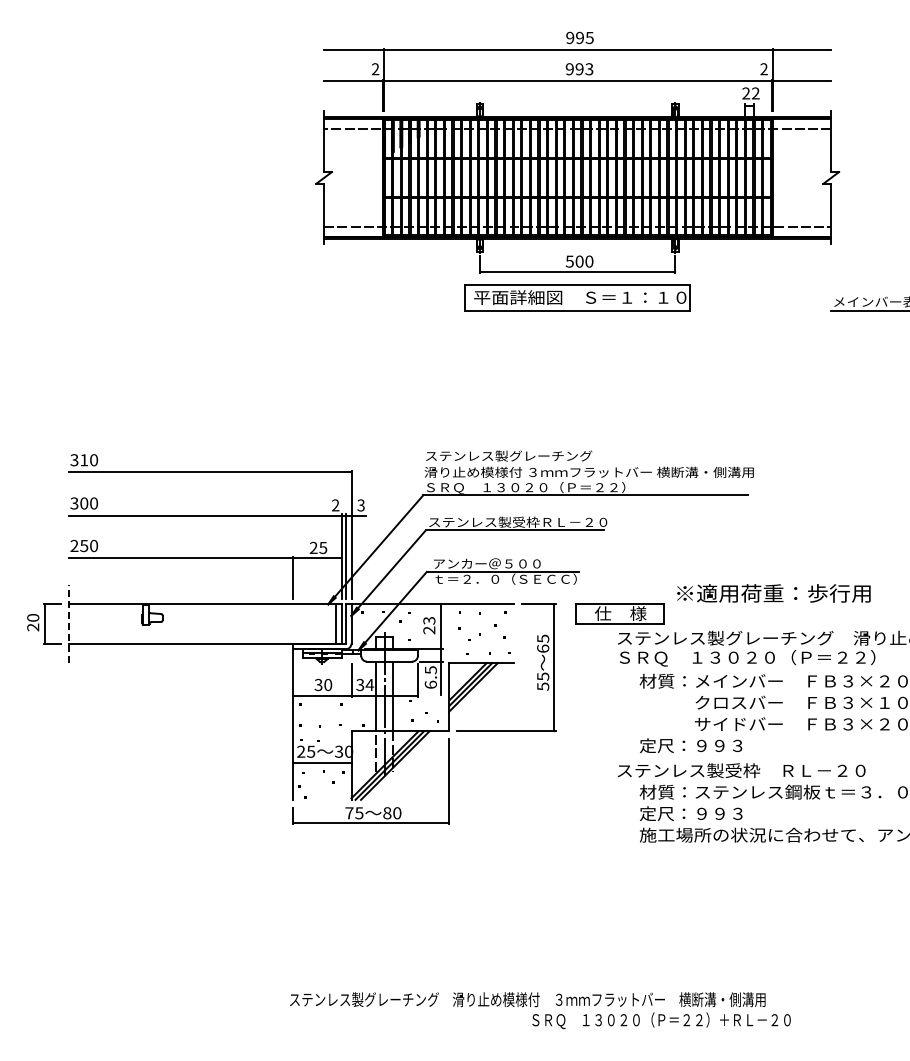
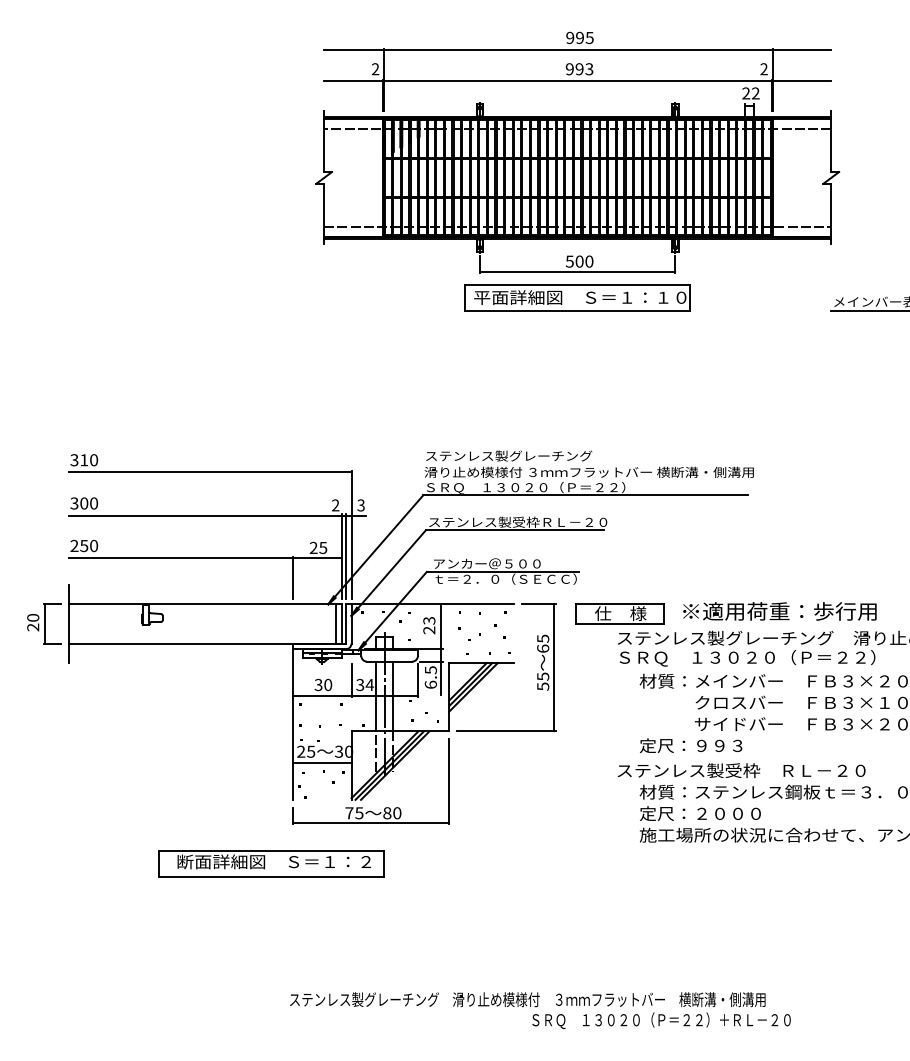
text at (773, 593) position: (773, 593) -> (779, 611)
line at (68, 623): dashed -> solid
text at (728, 813): 定尺：９９３ -> 定尺：２０００
part at (271, 863): none -> present
